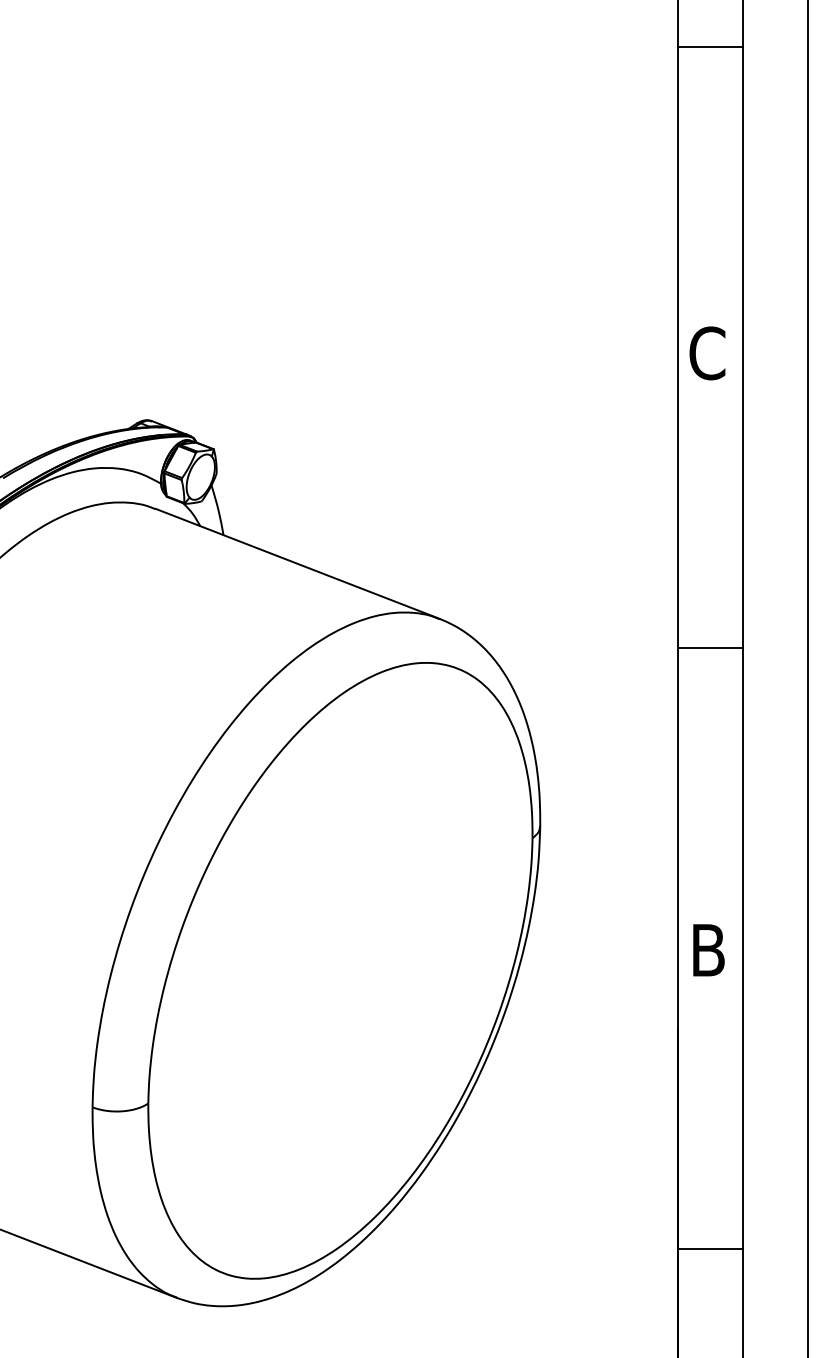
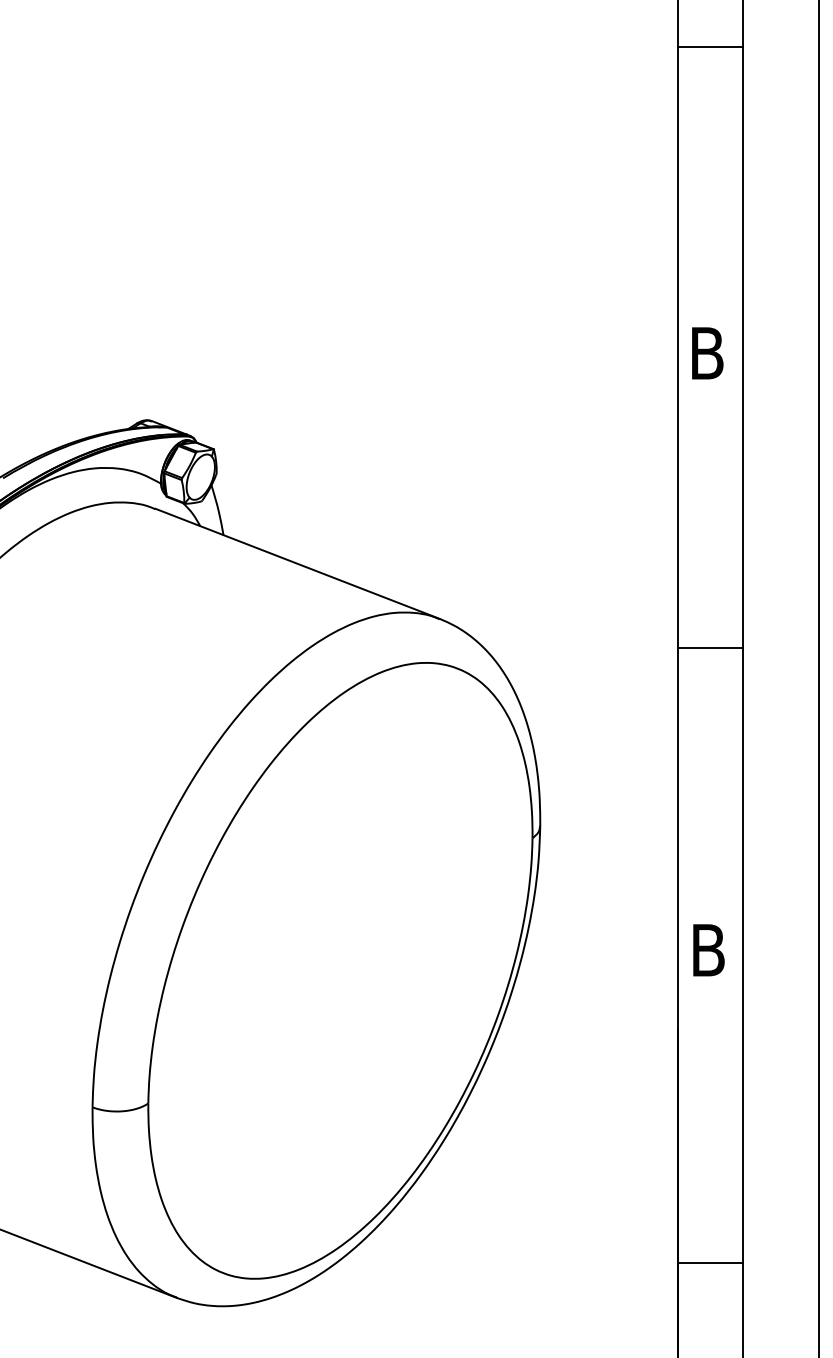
text at (707, 353): C -> B
line at (808, 678) position: (808, 678) -> (819, 678)
line at (710, 1249) position: (710, 1249) -> (710, 1263)
